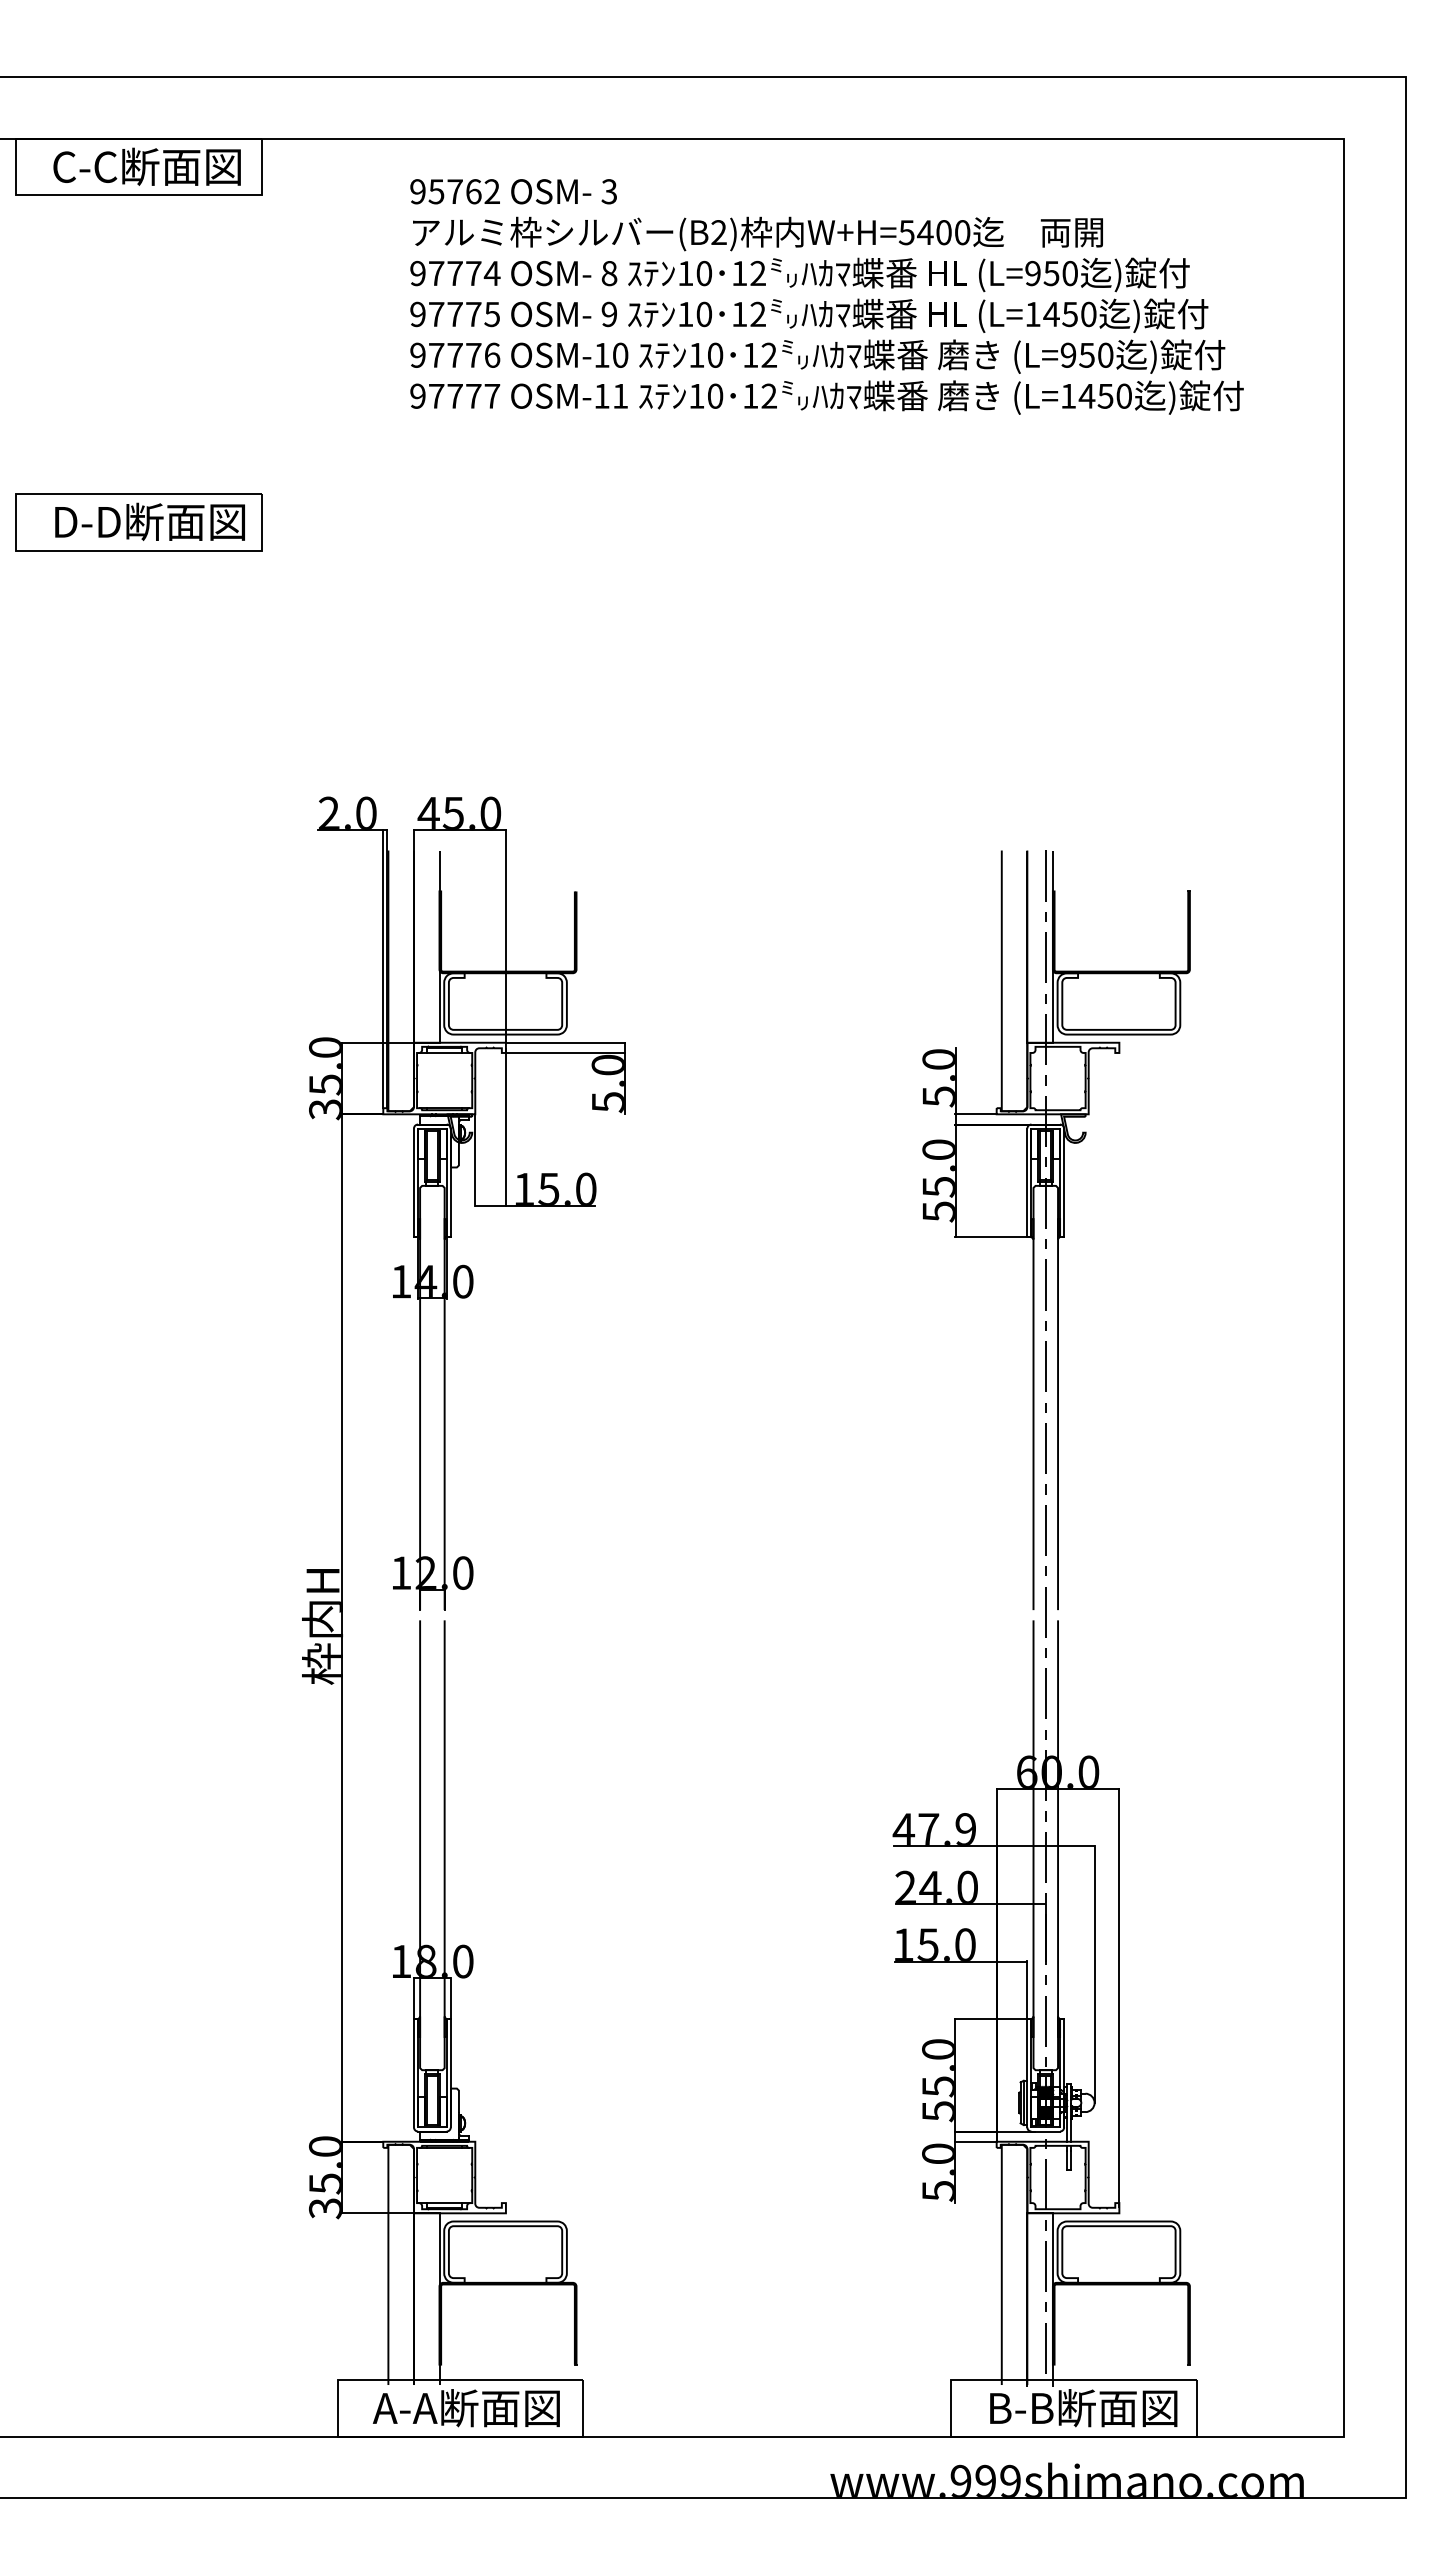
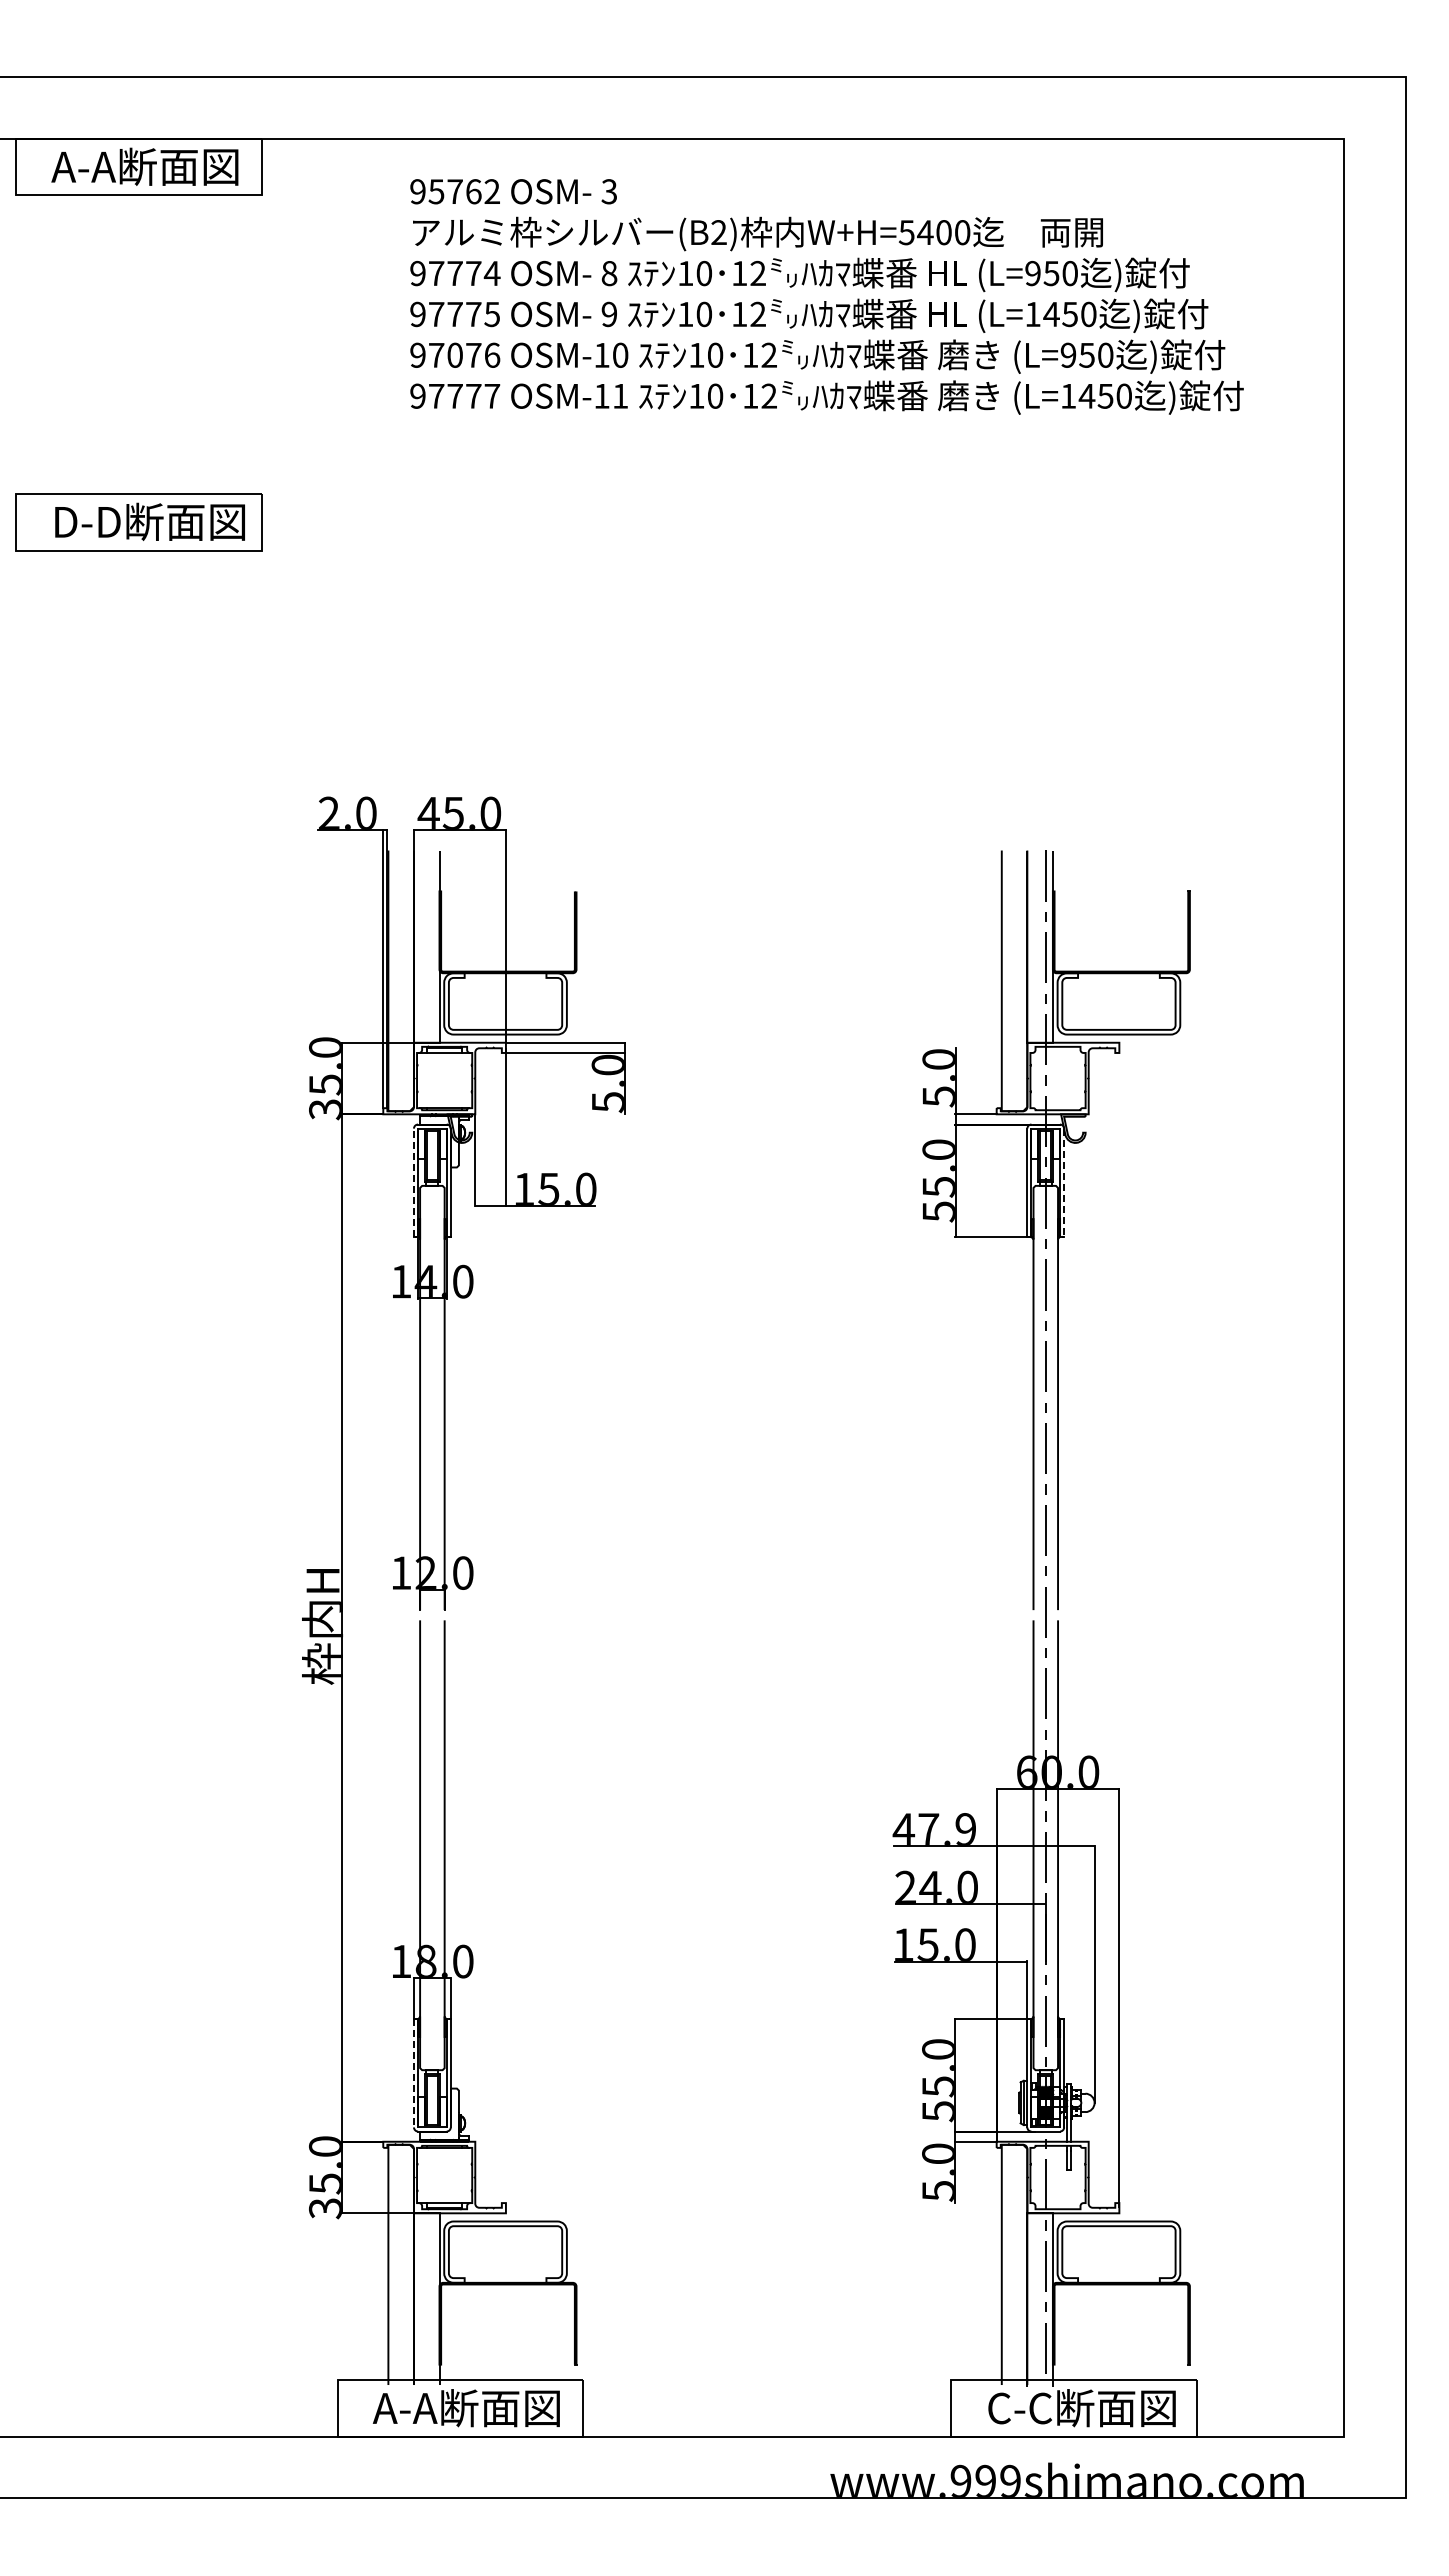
text at (145, 166): C-C断面図 -> A-A断面図
text at (454, 354): 97776 -> 97076
line at (413, 1182): solid -> dashed
line at (1064, 1183): solid -> dashed
line at (413, 2073): solid -> dashed
text at (1082, 2408): B-B断面図 -> C-C断面図
